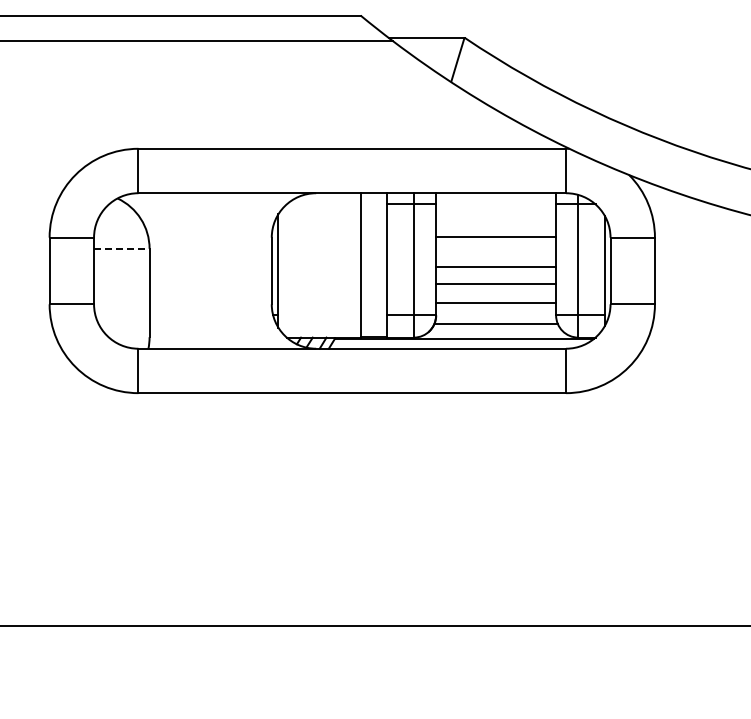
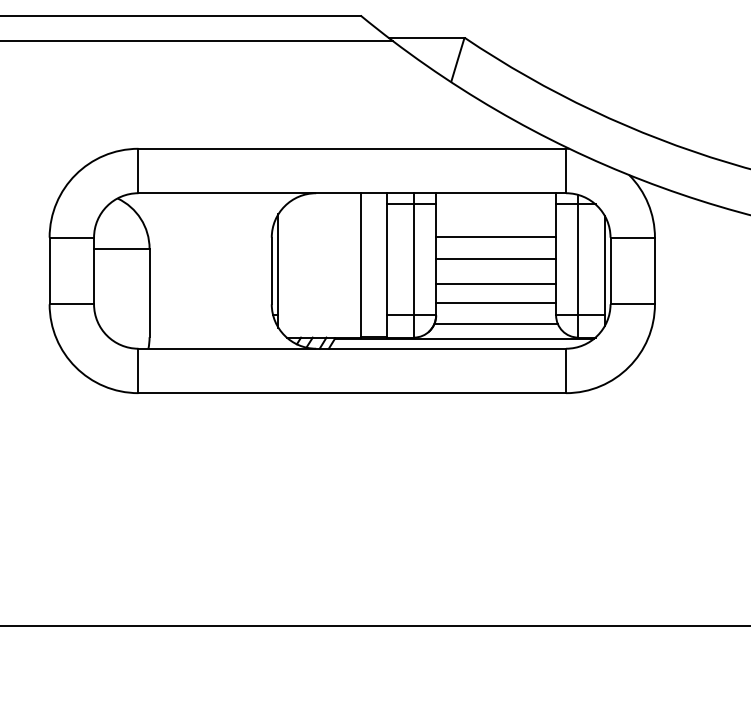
line at (121, 248): dashed -> solid
line at (496, 266) position: (496, 266) -> (496, 258)
